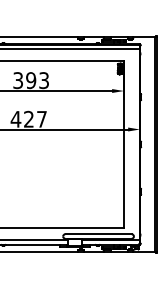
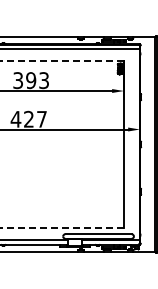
line at (62, 61): solid -> dashed
line at (62, 227): solid -> dashed
